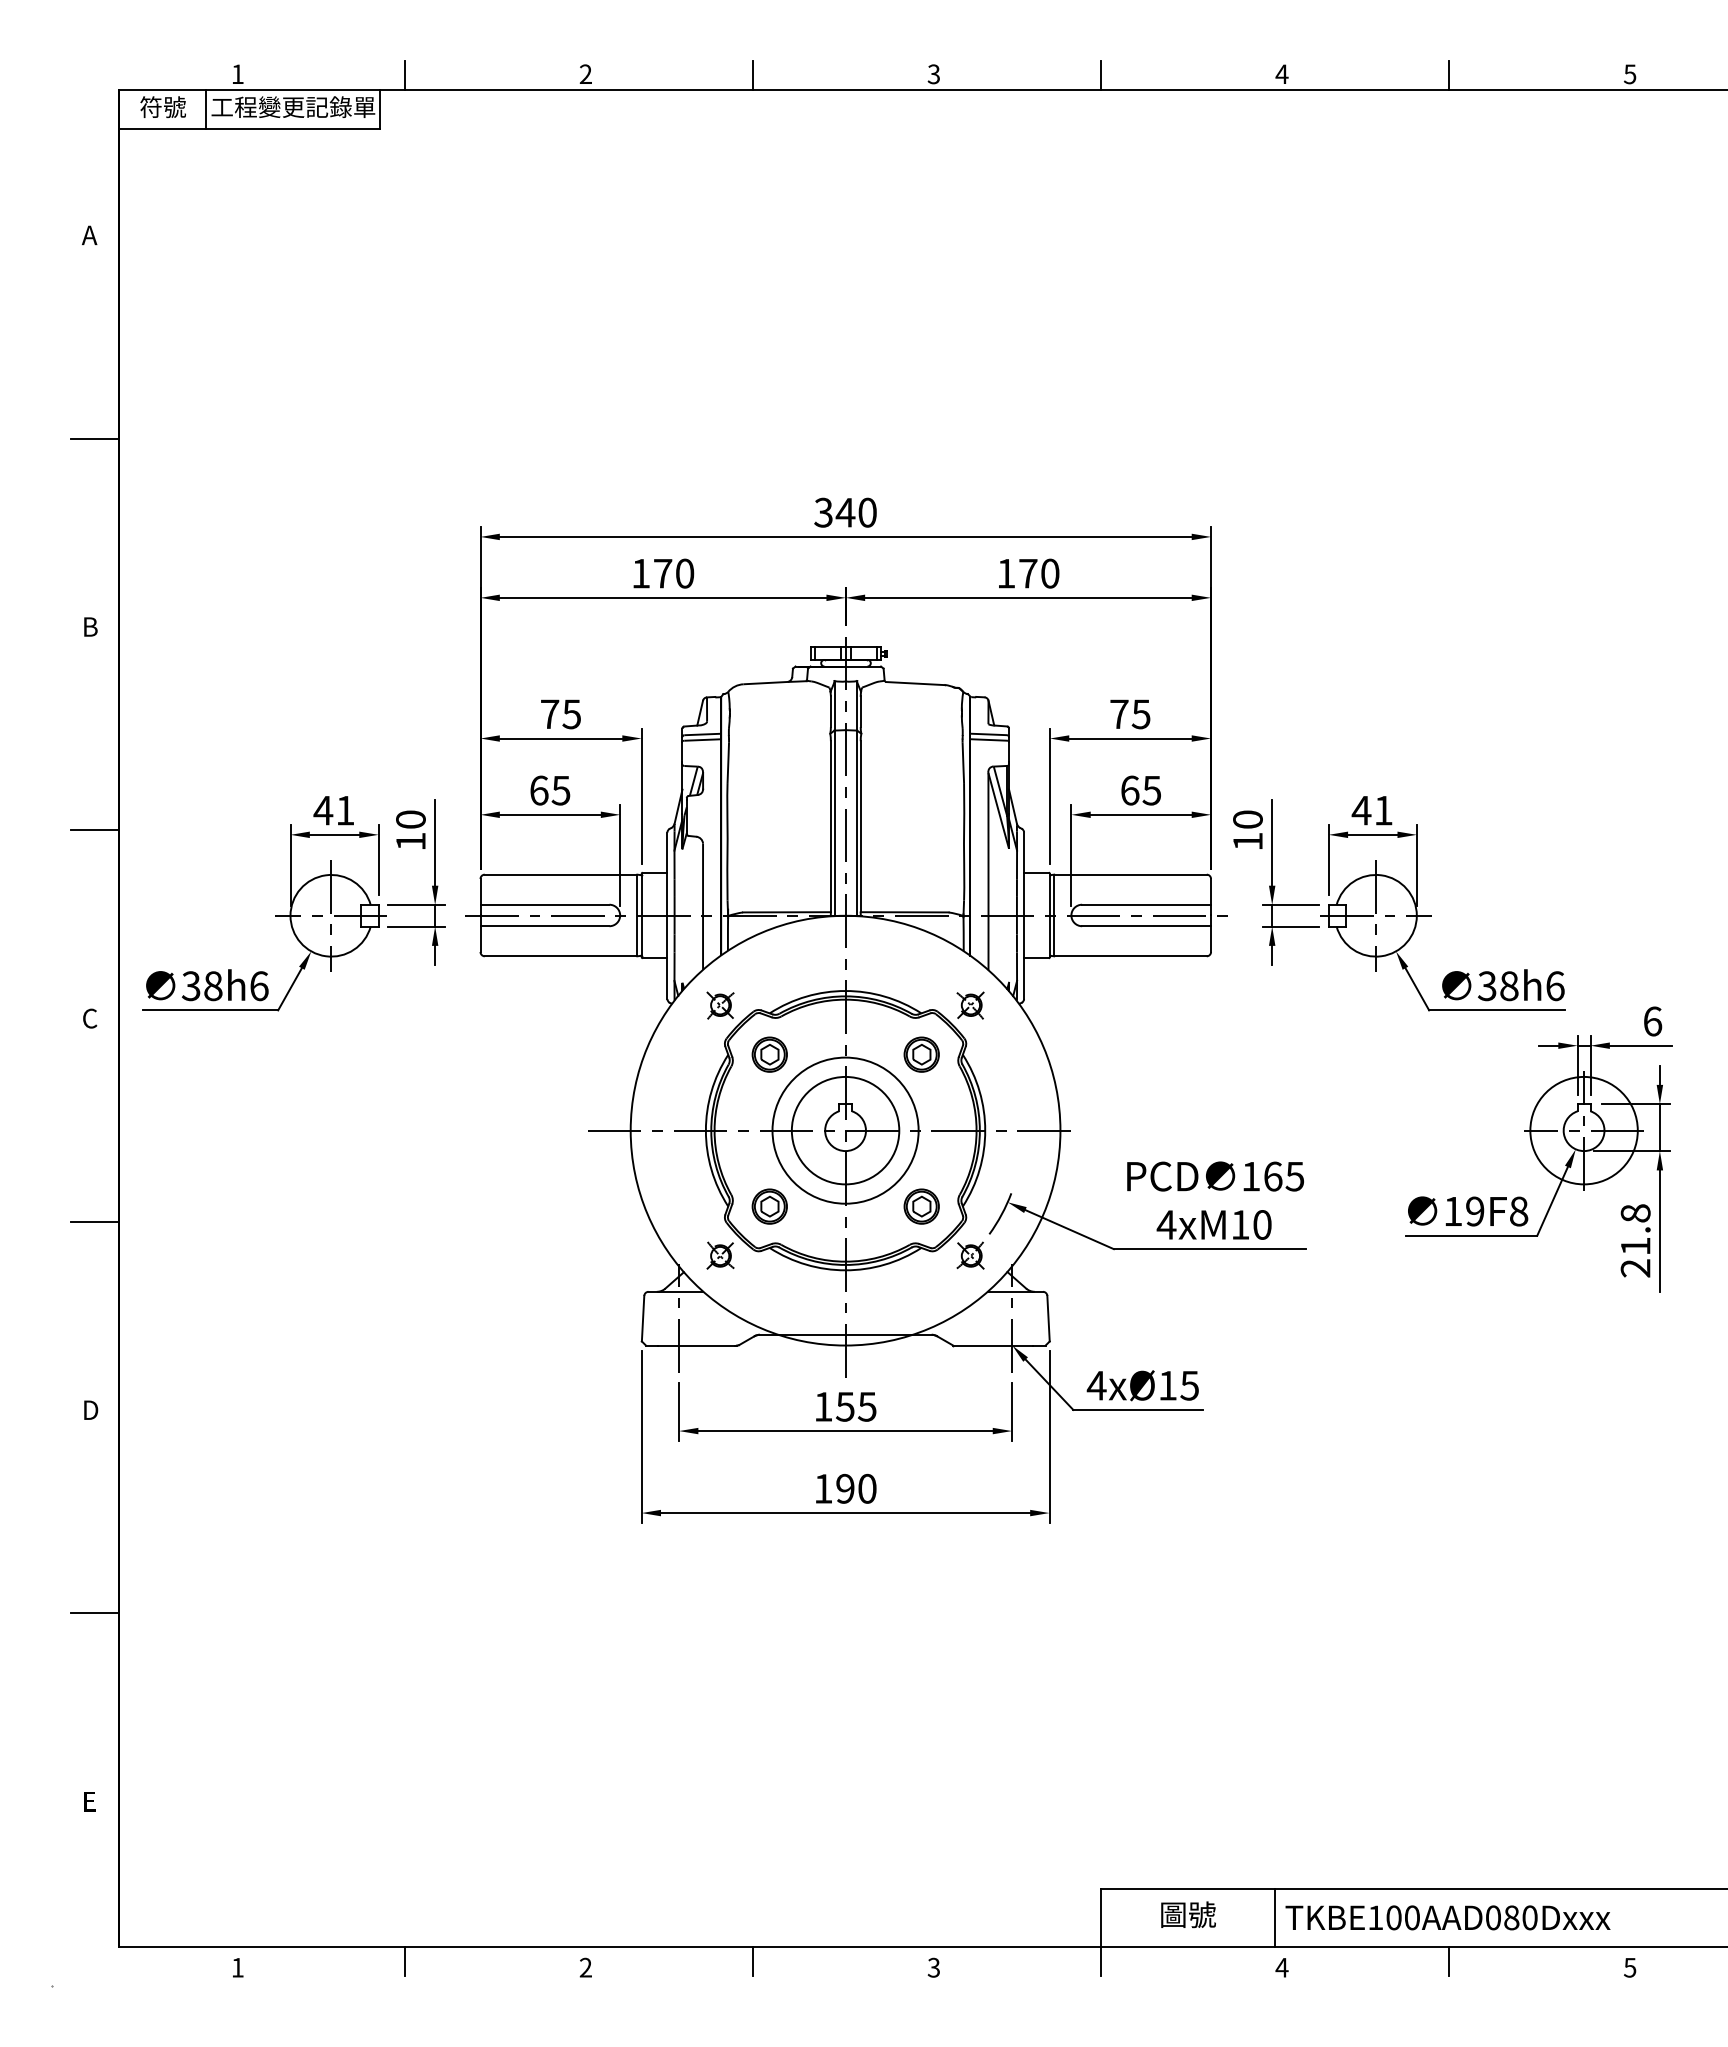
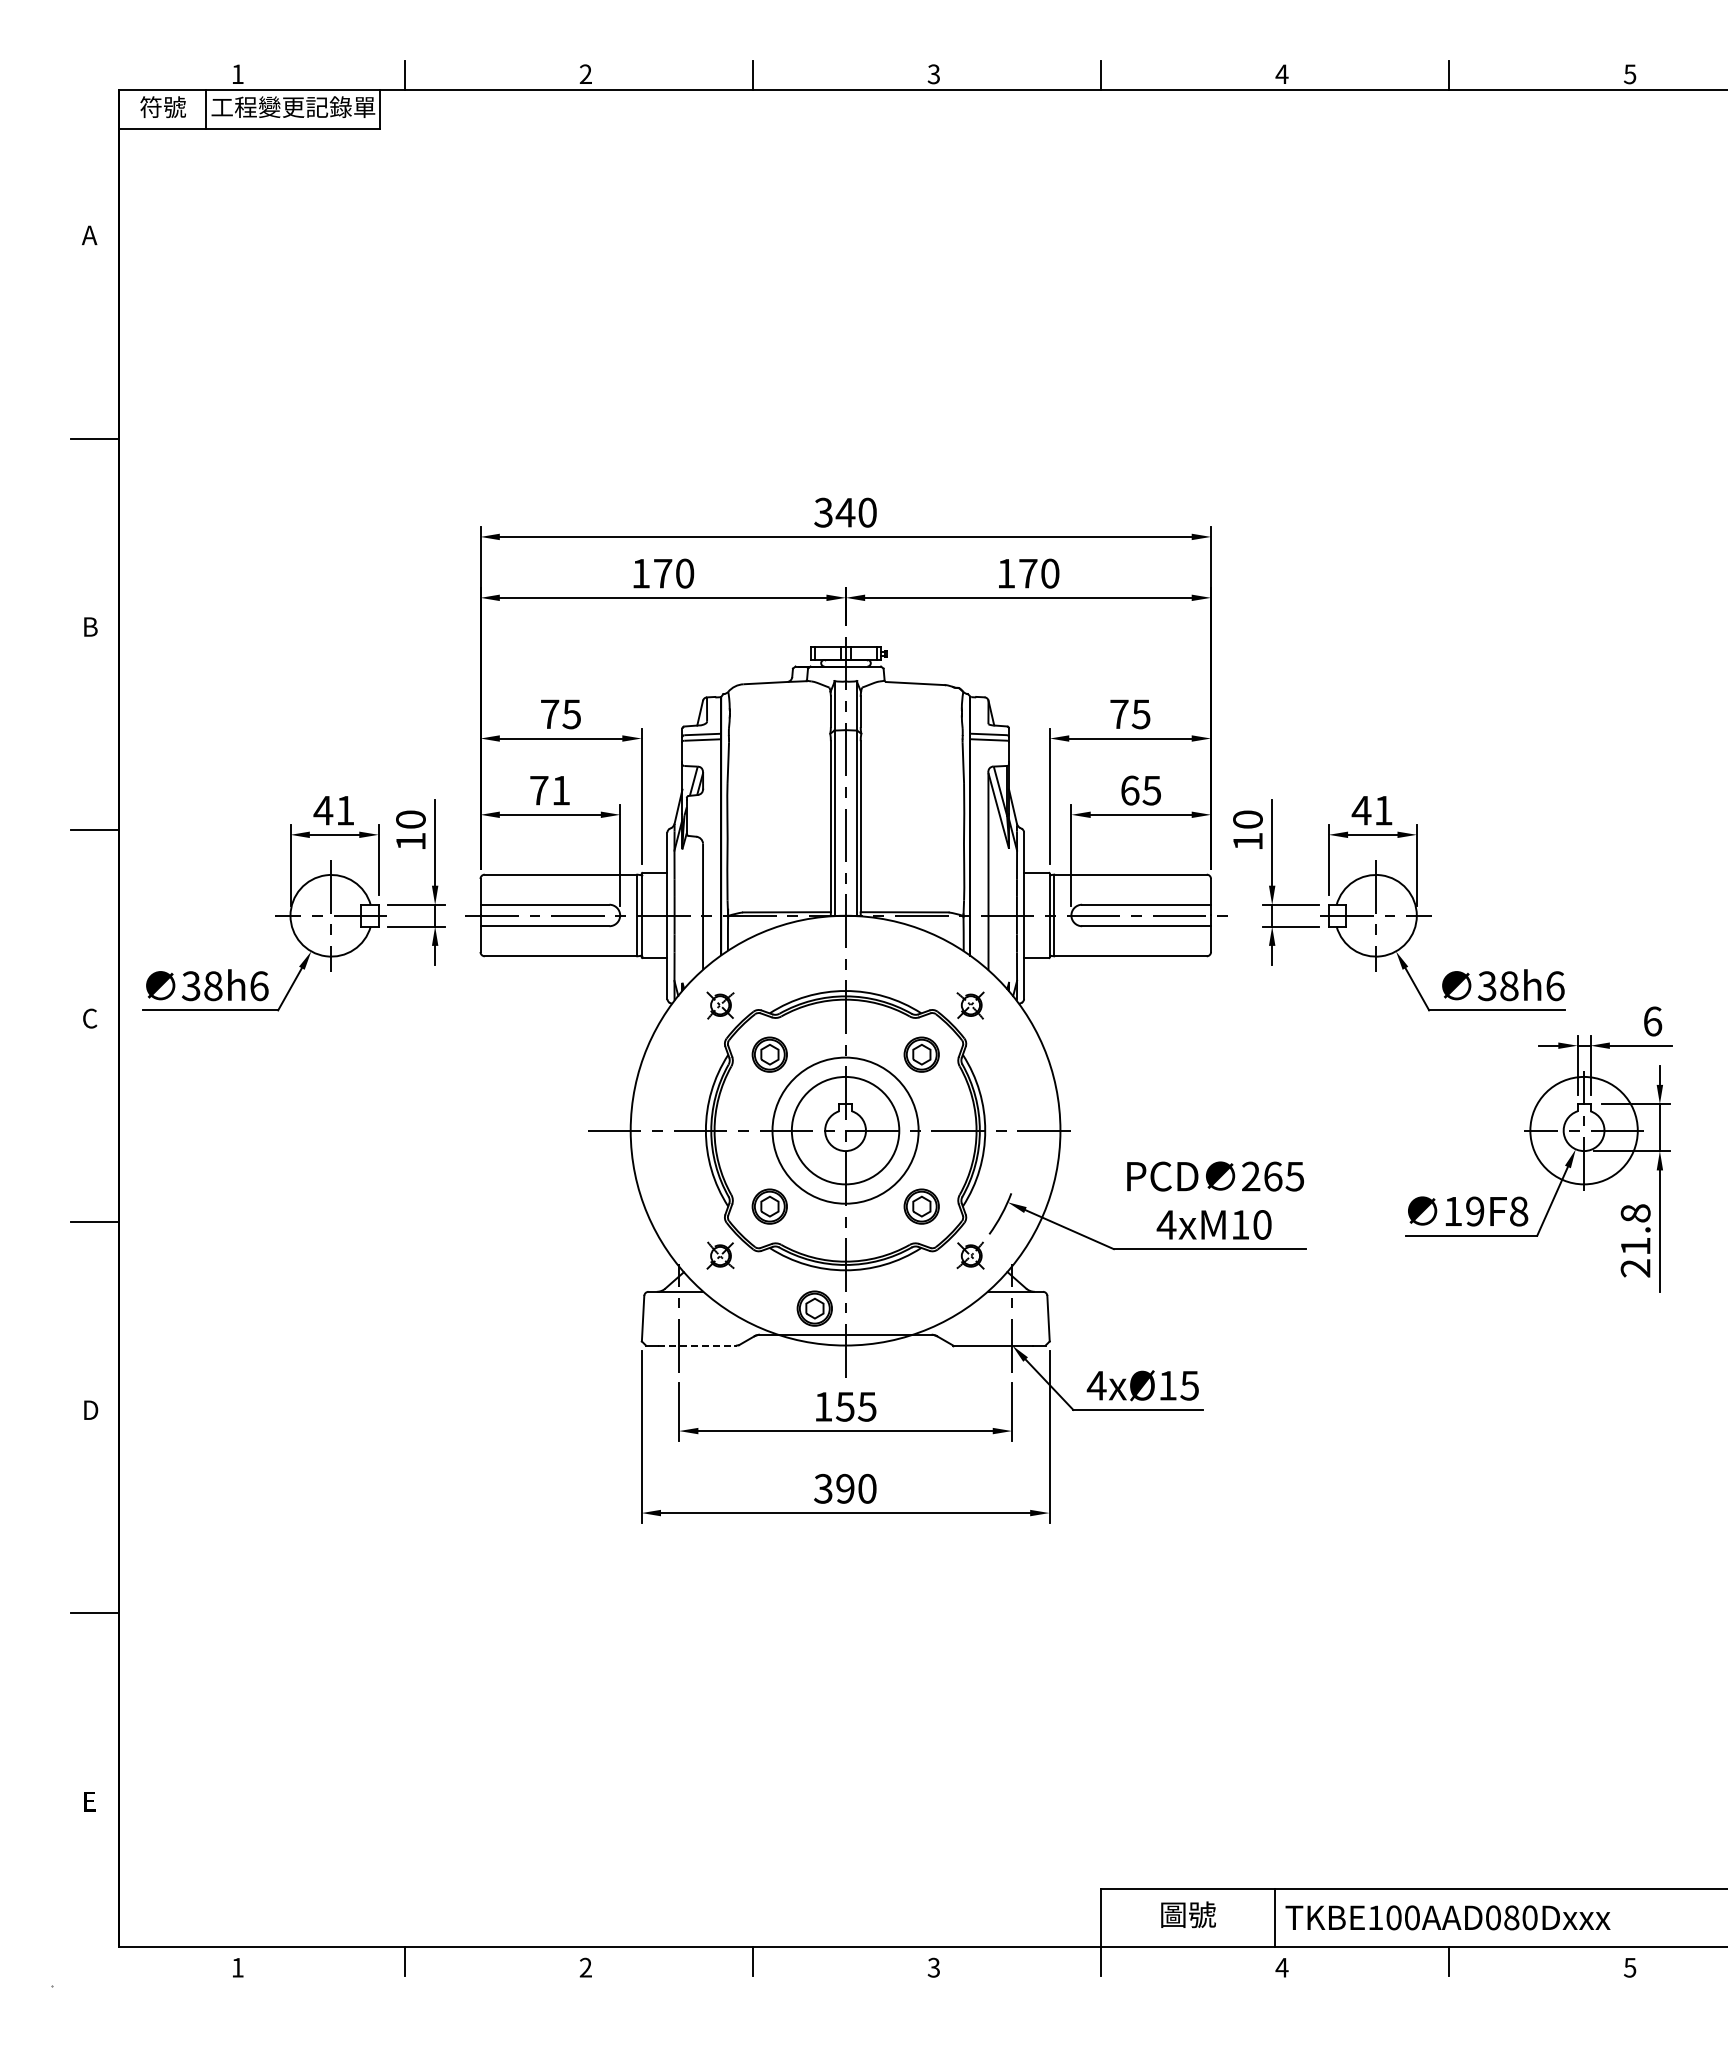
text at (550, 790): 65 -> 71
text at (1251, 1176): 165 -> 265
part at (814, 1308): none -> present
line at (697, 1345): solid -> dashed
text at (823, 1488): 190 -> 390
